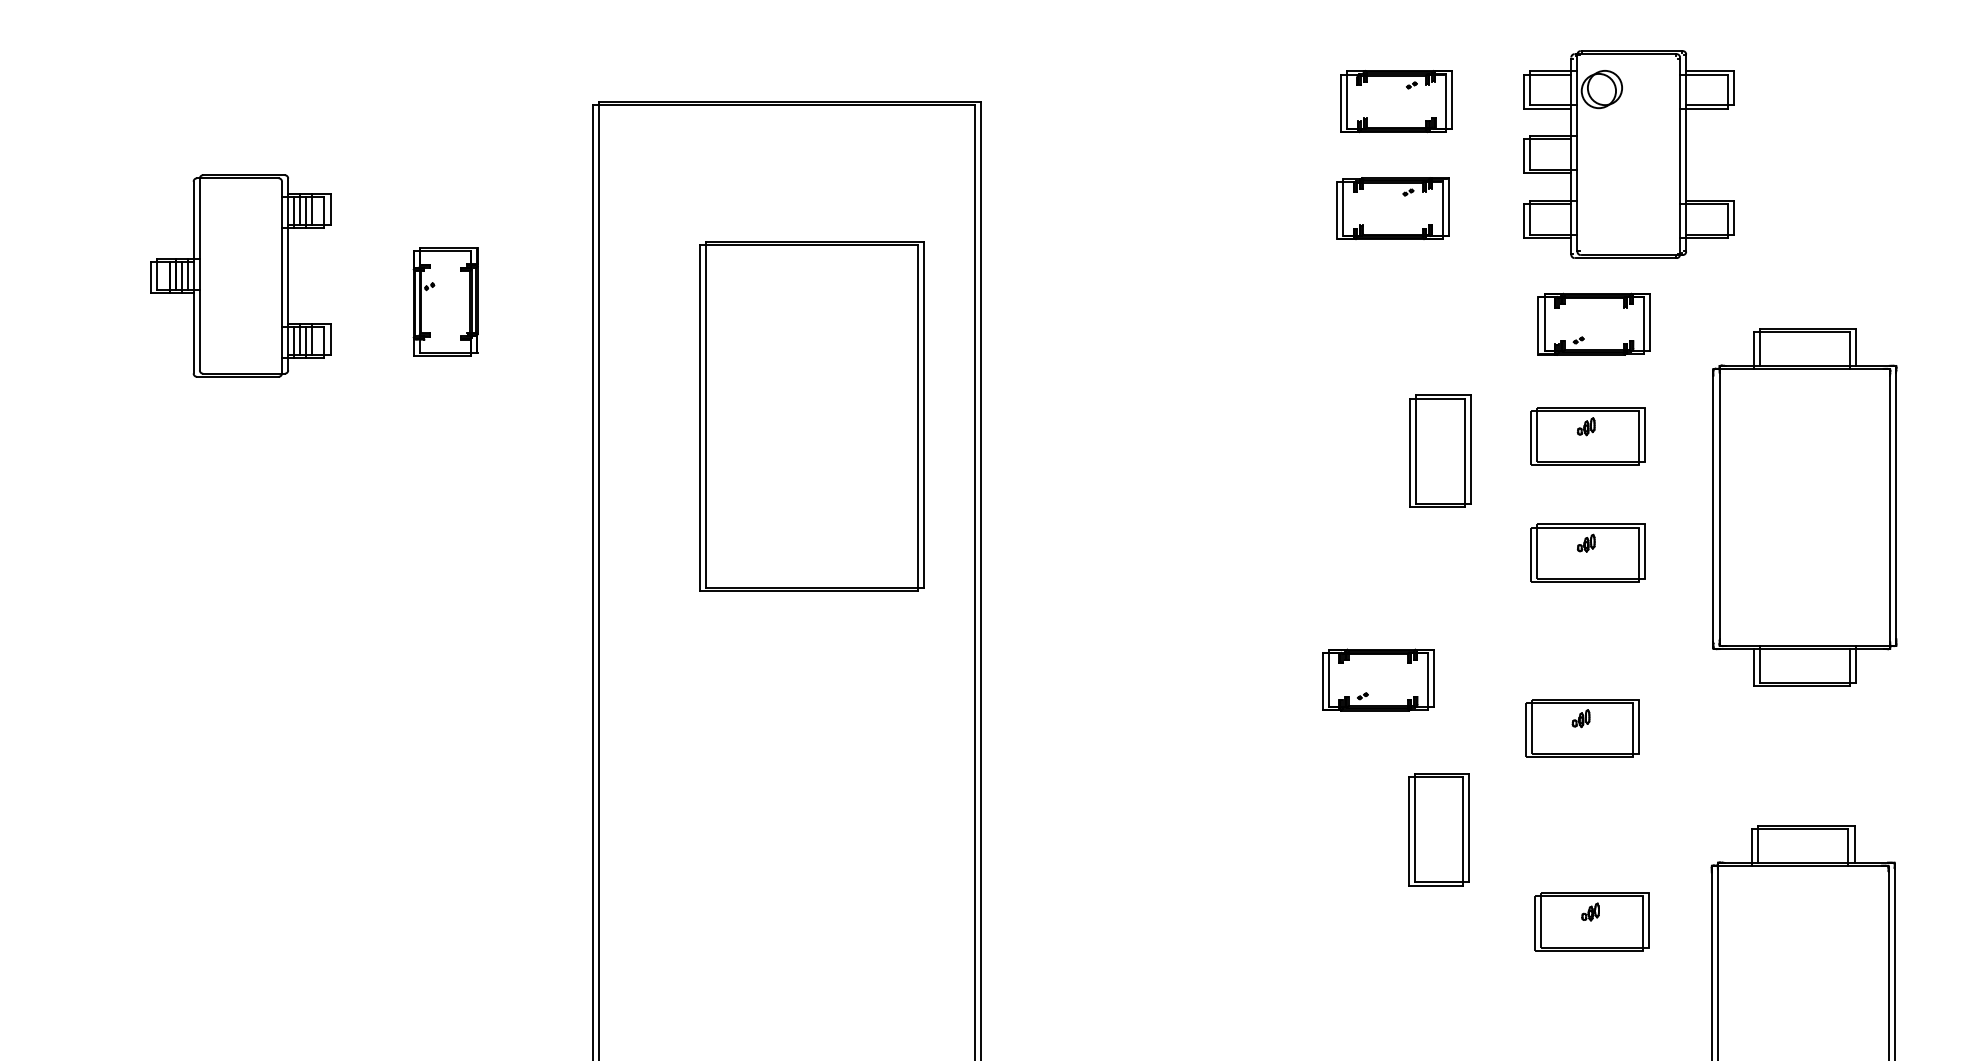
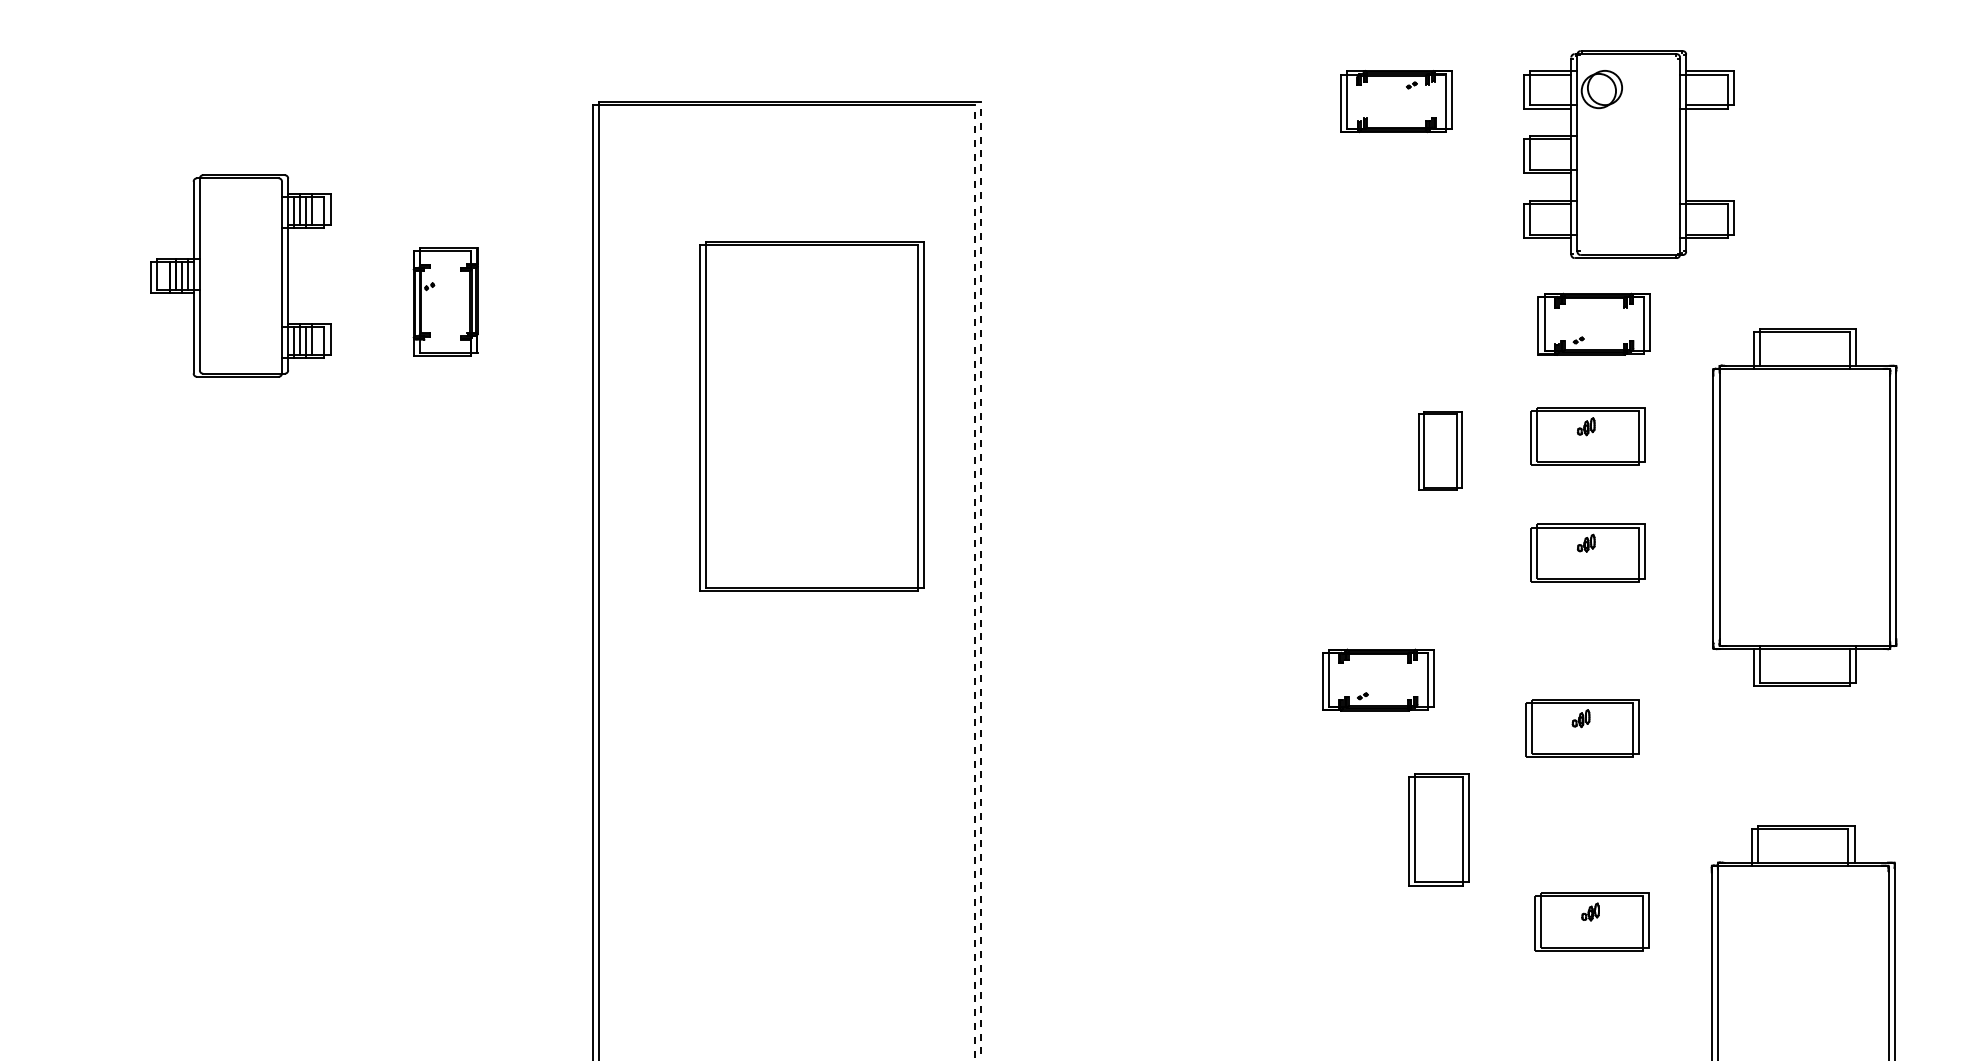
part at (1392, 208): present -> none
part at (1440, 450) size: 63x114 px -> 45x80 px
line at (980, 580): solid -> dashed
line at (974, 583): solid -> dashed
